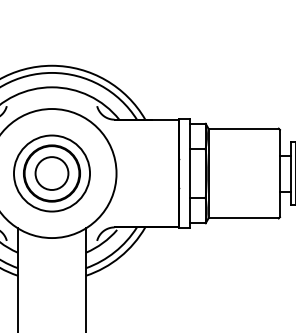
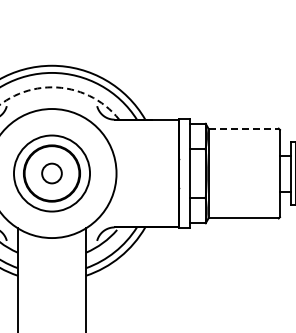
arc at (62, 88): solid -> dashed
line at (244, 128): solid -> dashed
circle at (51, 173) diameter: 33 px -> 20 px
